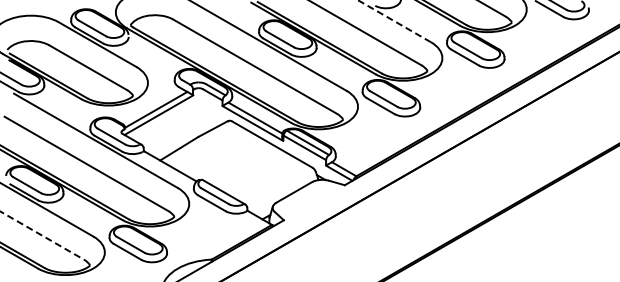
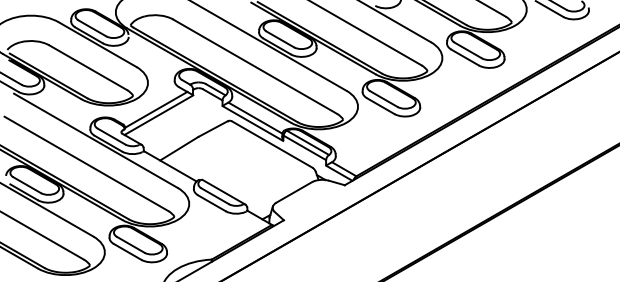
line at (393, 20): dashed -> solid
line at (42, 235): dashed -> solid
